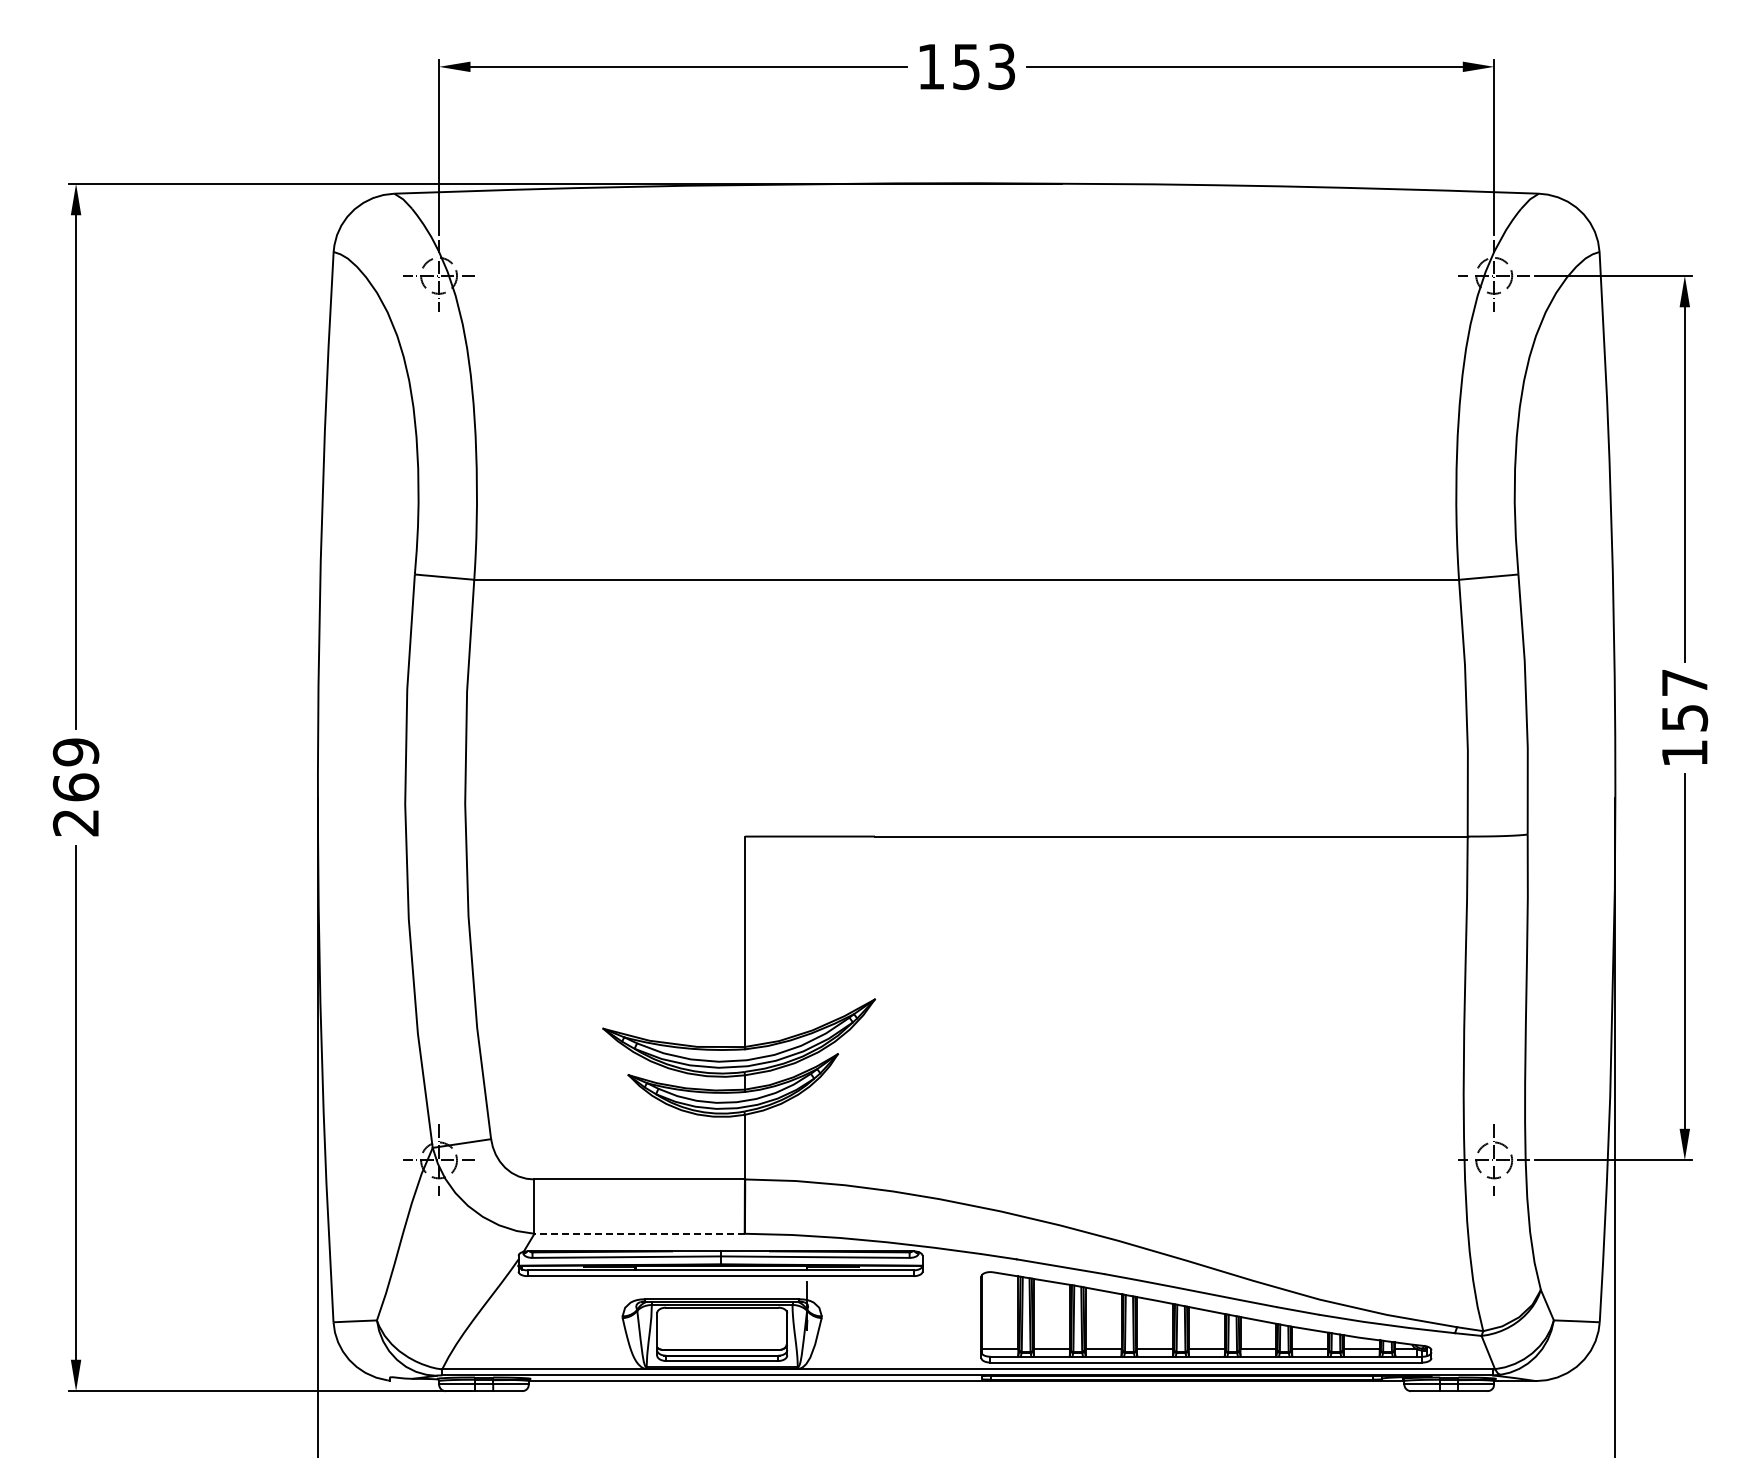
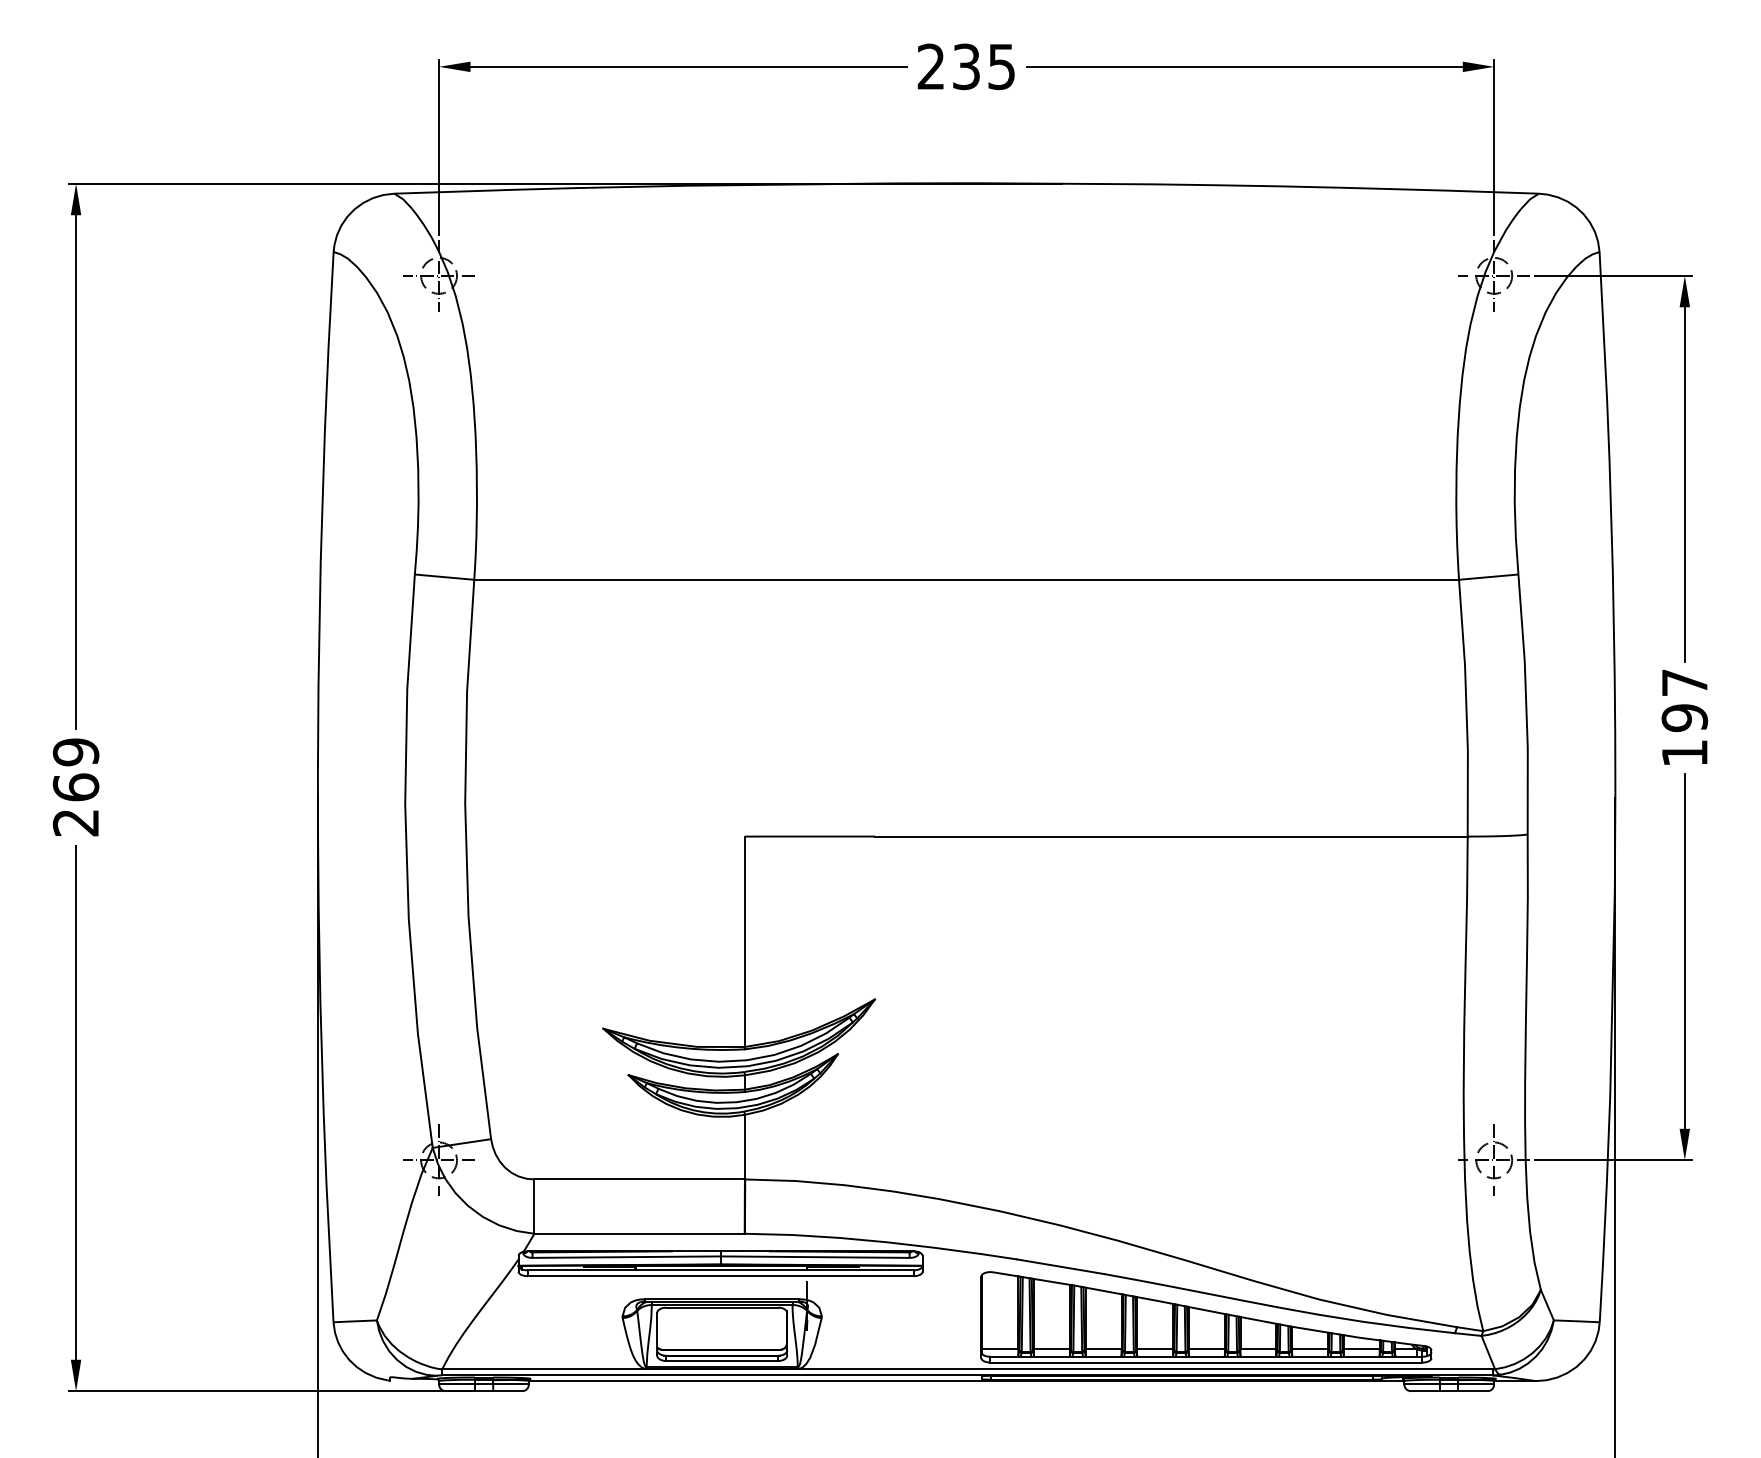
text at (966, 66): 153 -> 235
text at (1684, 718): 157 -> 197
line at (639, 1233): dashed -> solid
